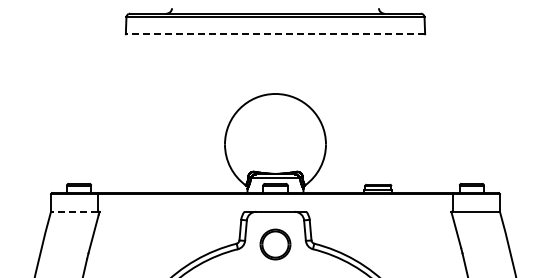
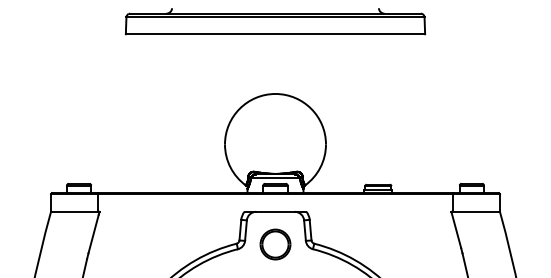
line at (275, 34): dashed -> solid
line at (75, 211): dashed -> solid
